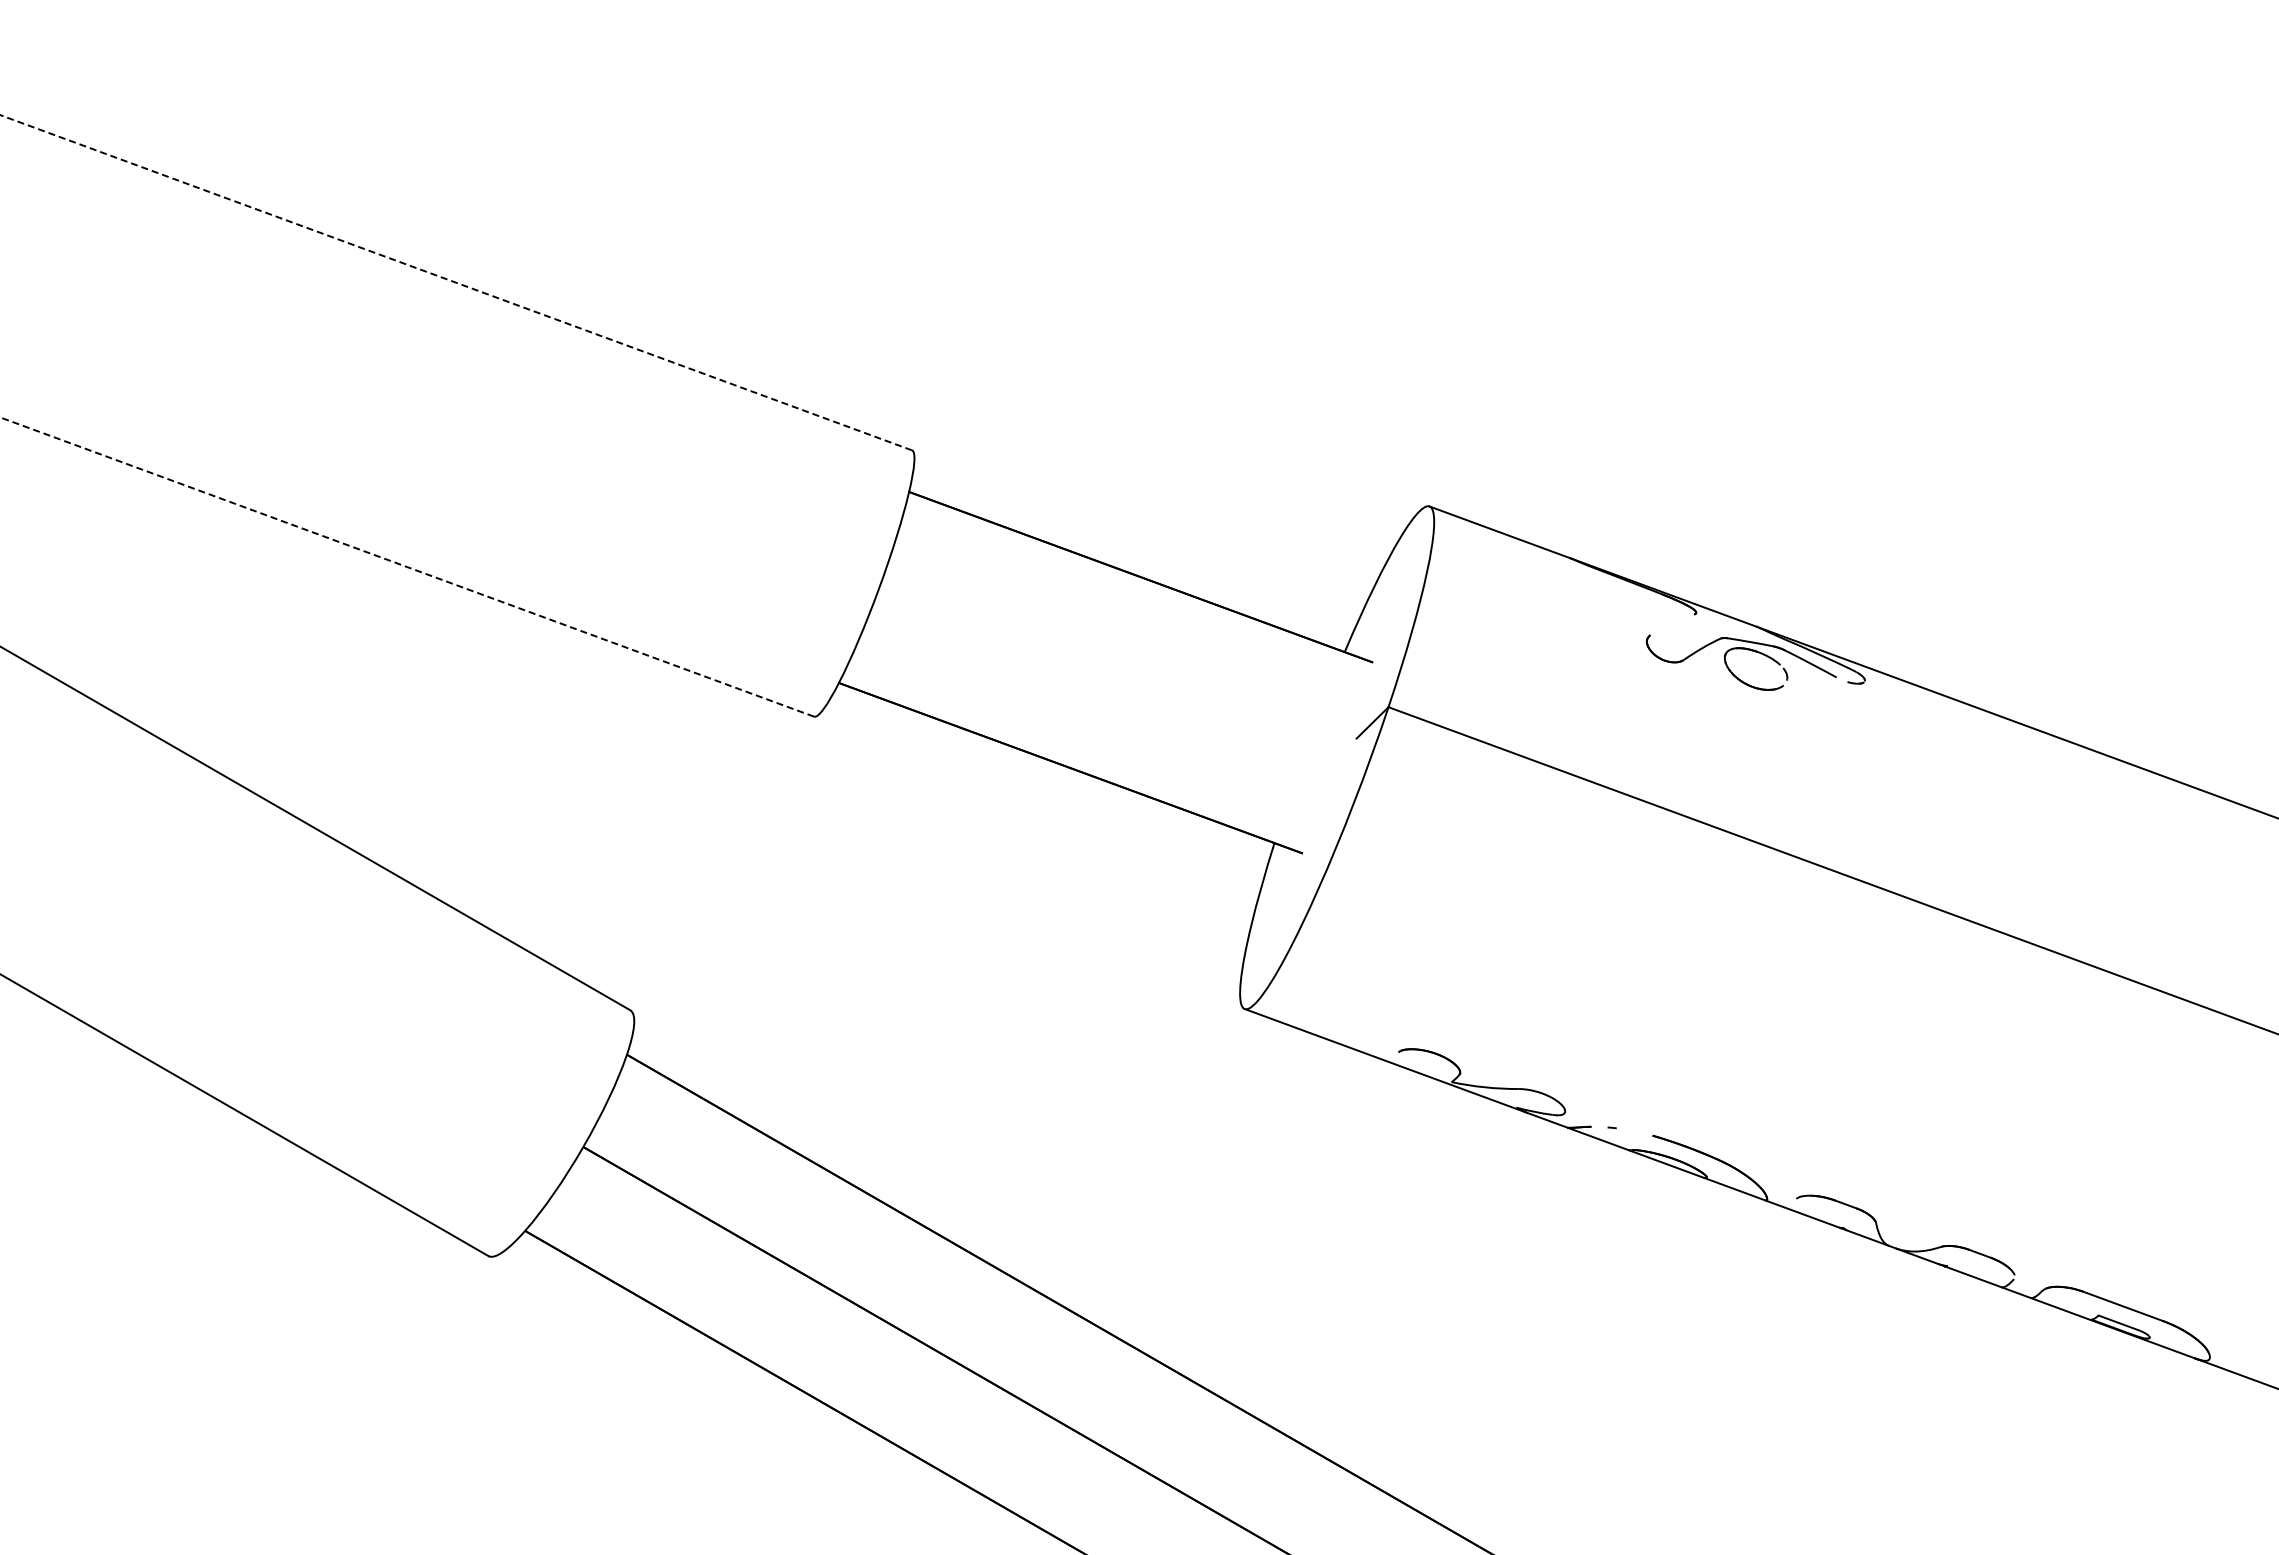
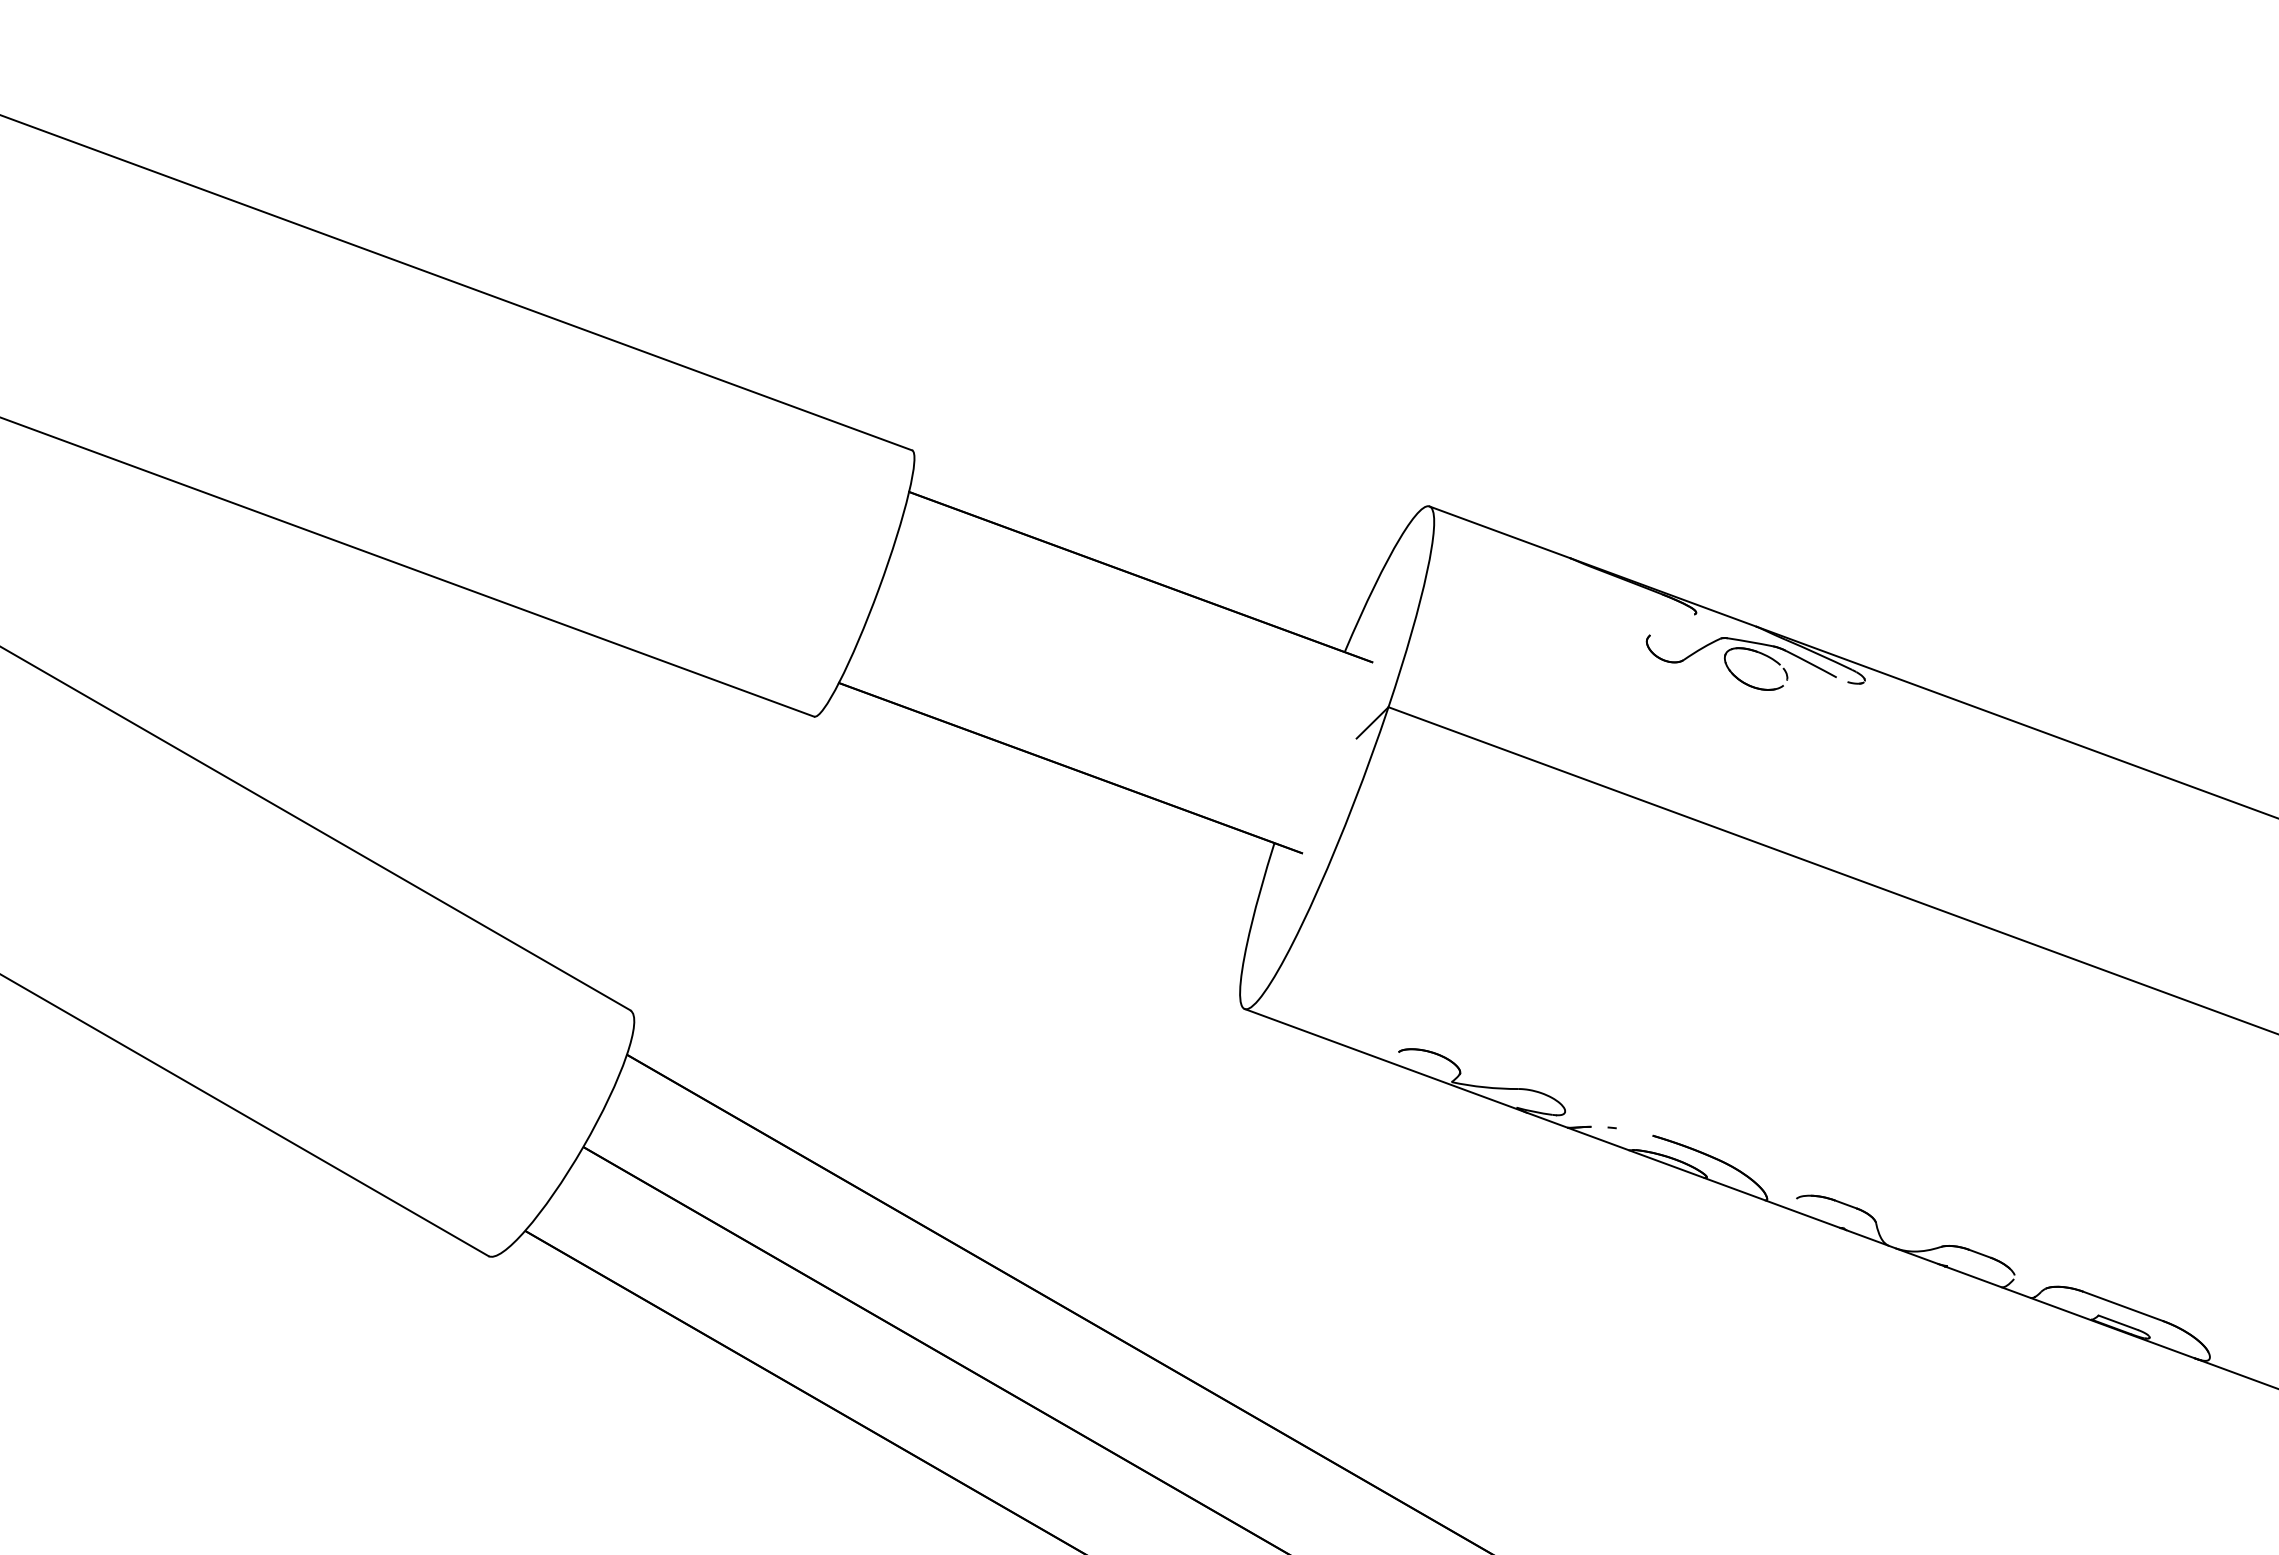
line at (456, 282): dashed -> solid
line at (406, 566): dashed -> solid
